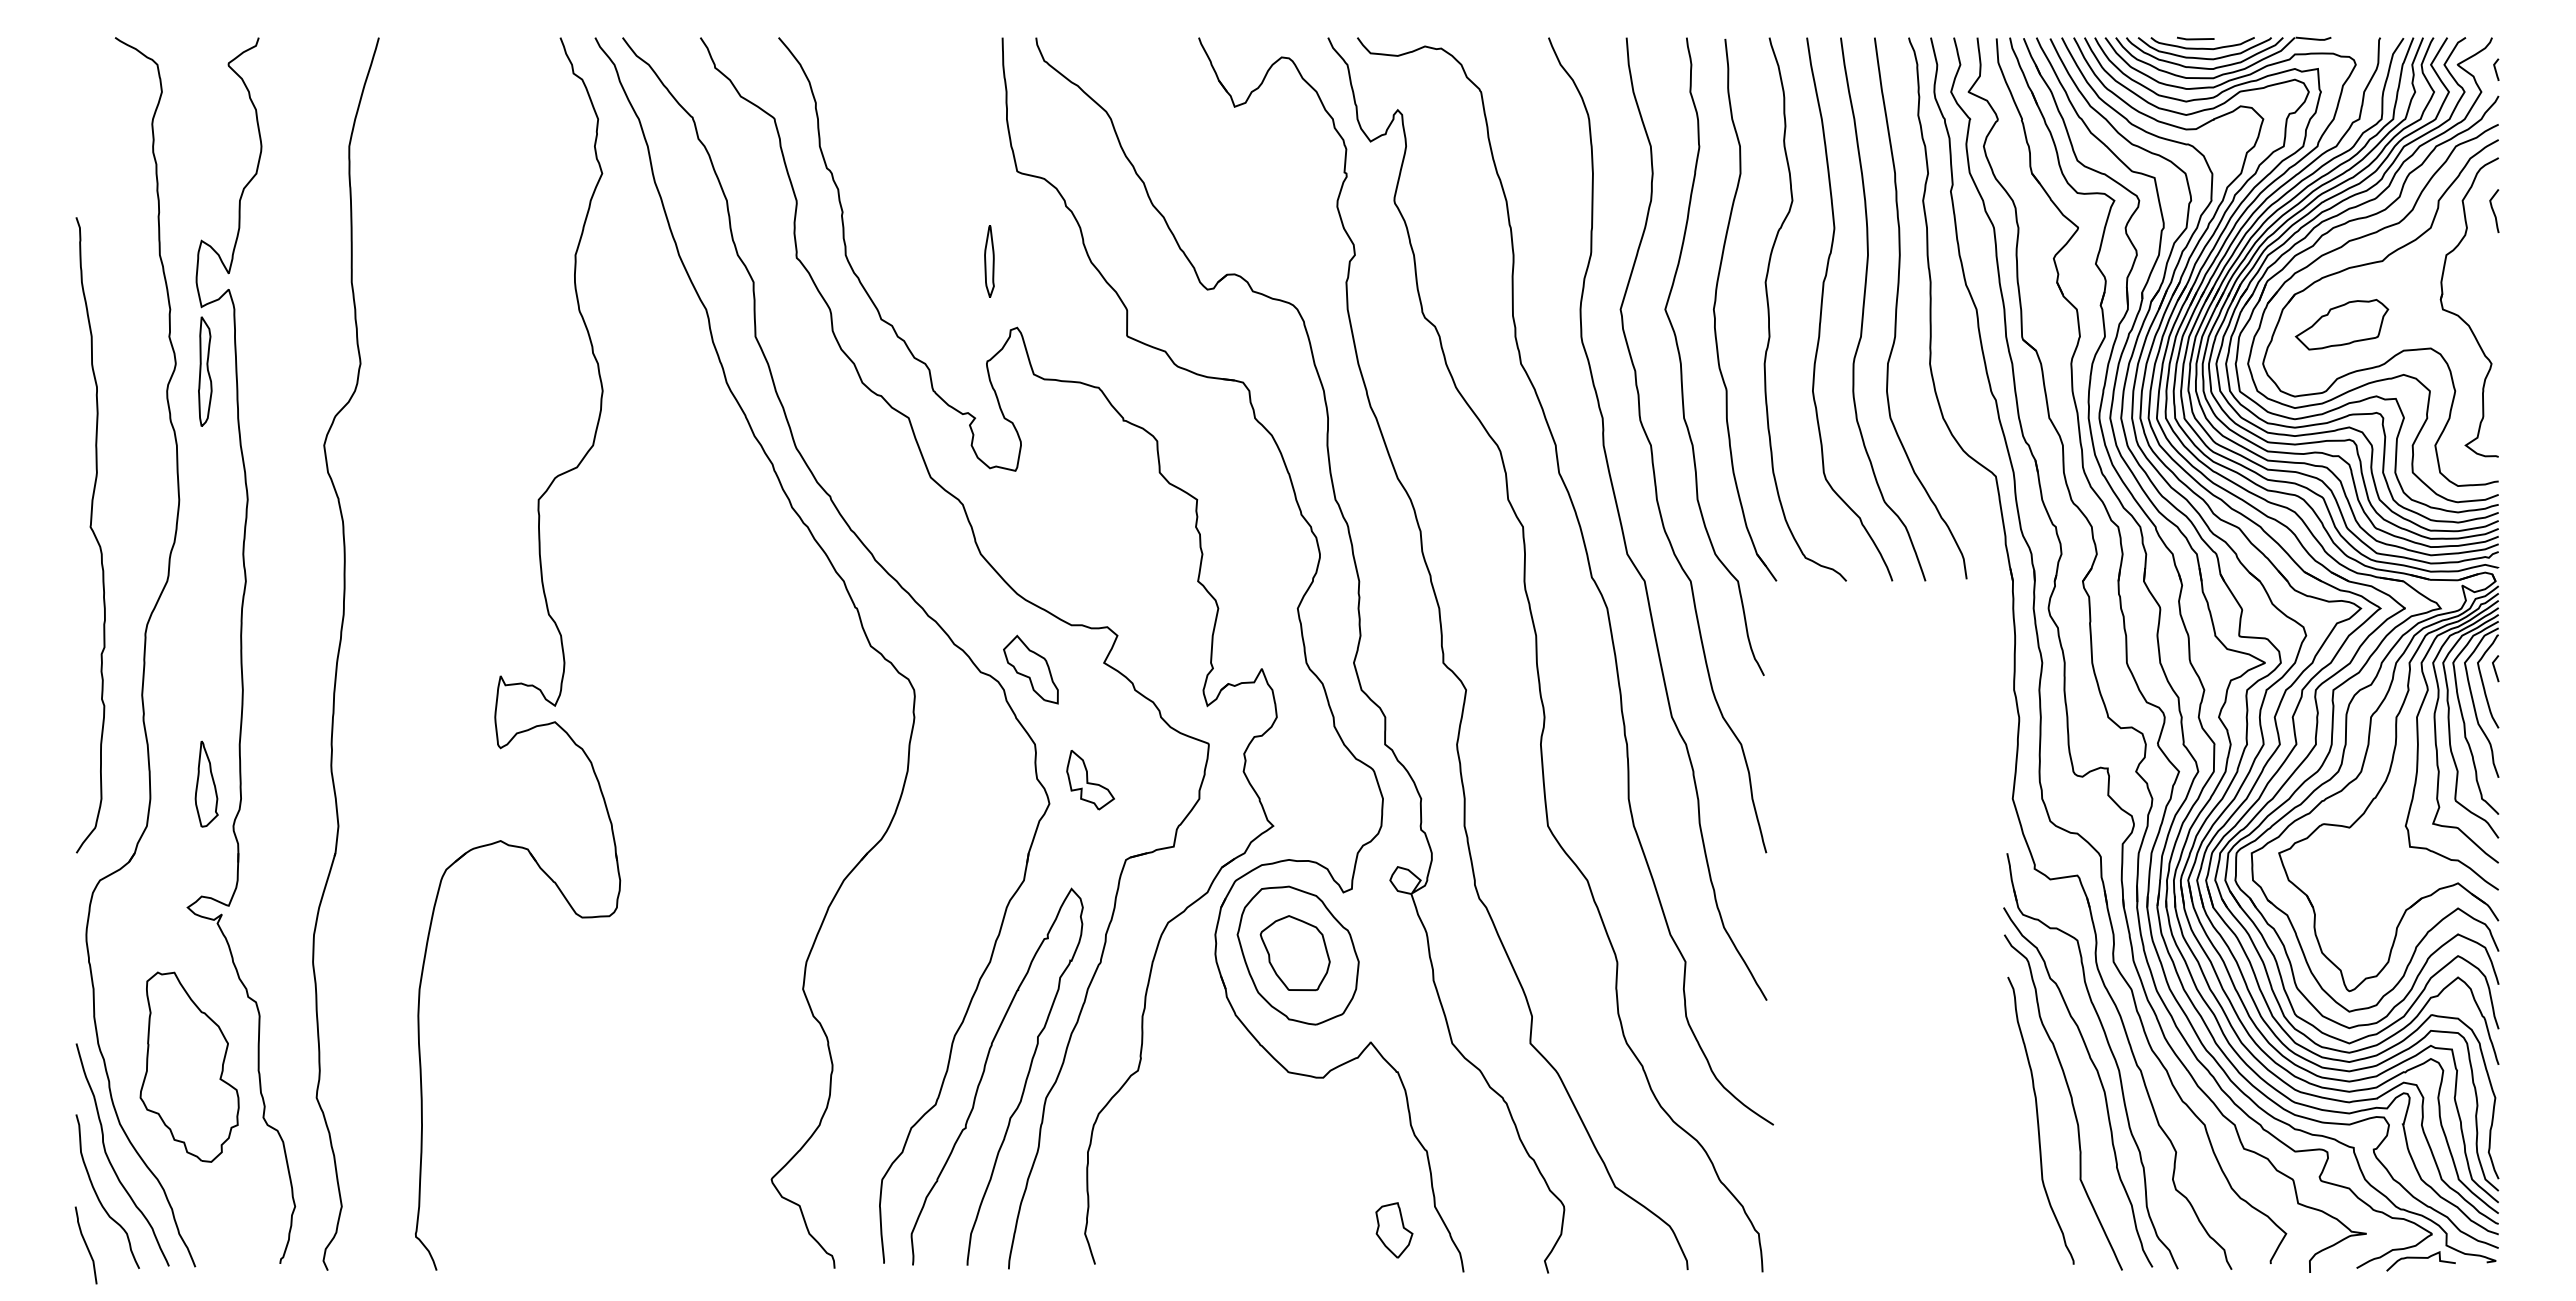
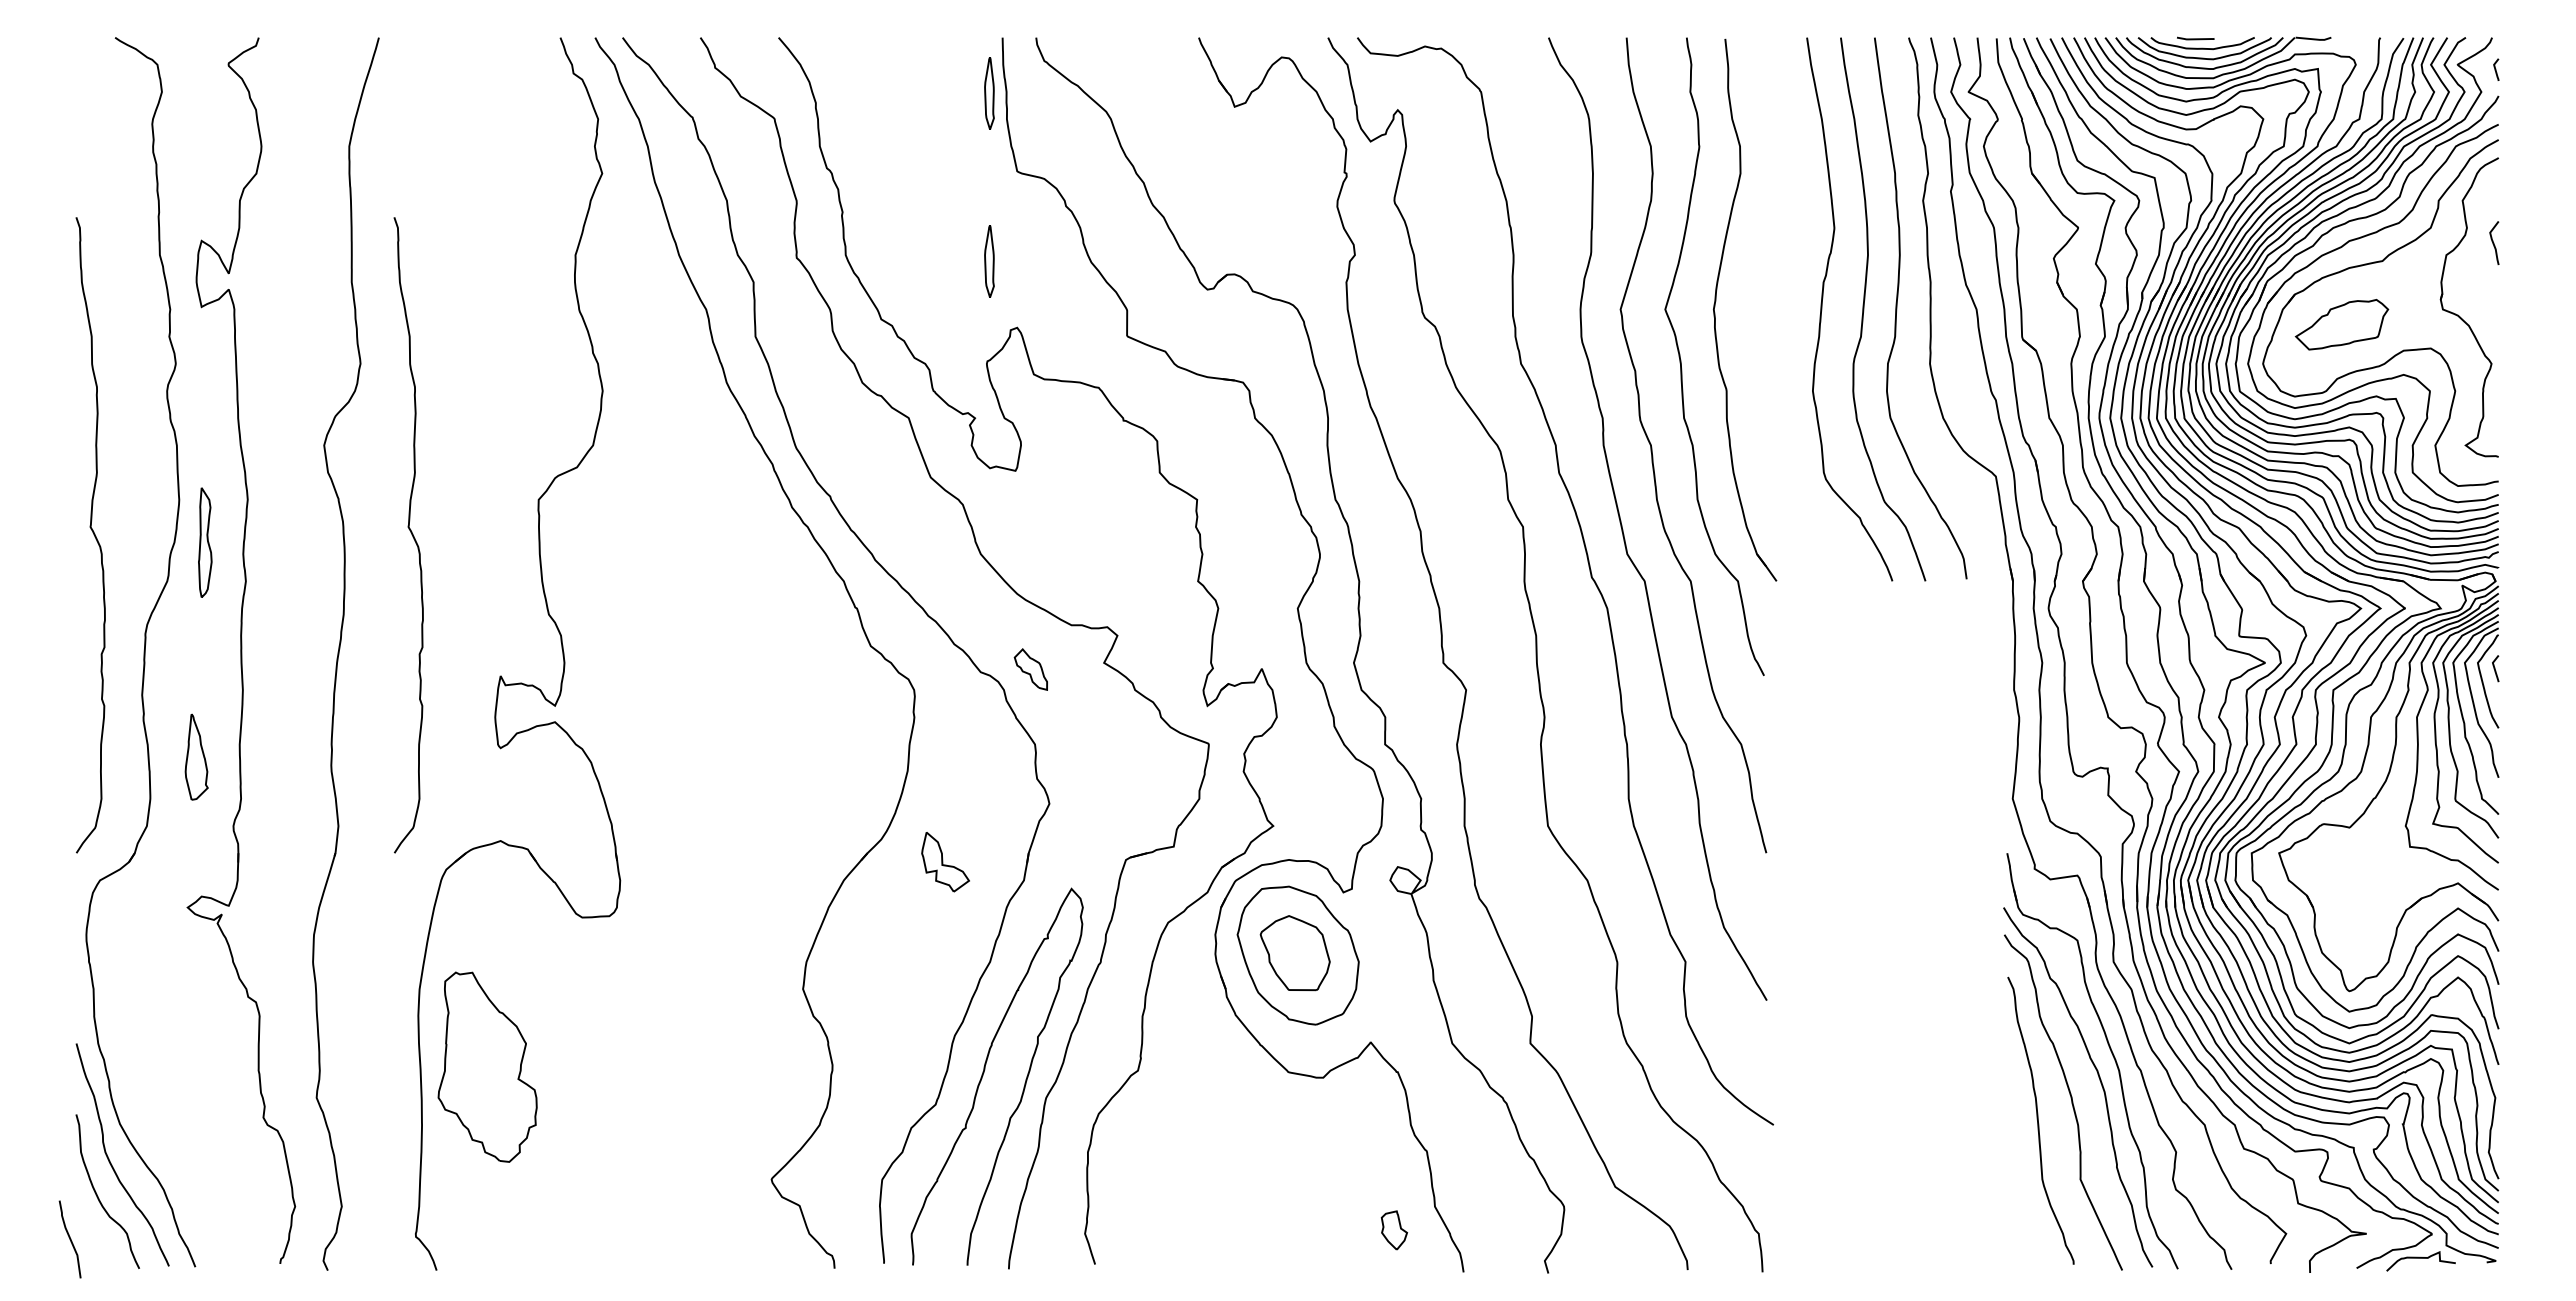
part at (989, 93): none -> present
curve at (2494, 211) position: (2494, 211) -> (2494, 243)
curve at (1769, 309): present -> none
part at (205, 371) position: (205, 371) -> (205, 542)
curve at (411, 535): none -> present
part at (1030, 669) size: 56x71 px -> 35x43 px
part at (1090, 780) position: (1090, 780) -> (945, 862)
part at (206, 783) position: (206, 783) -> (196, 756)
part at (189, 1066) position: (189, 1066) -> (487, 1066)
part at (1394, 1230) size: 39x57 px -> 28x41 px
curve at (85, 1245) position: (85, 1245) -> (69, 1239)
